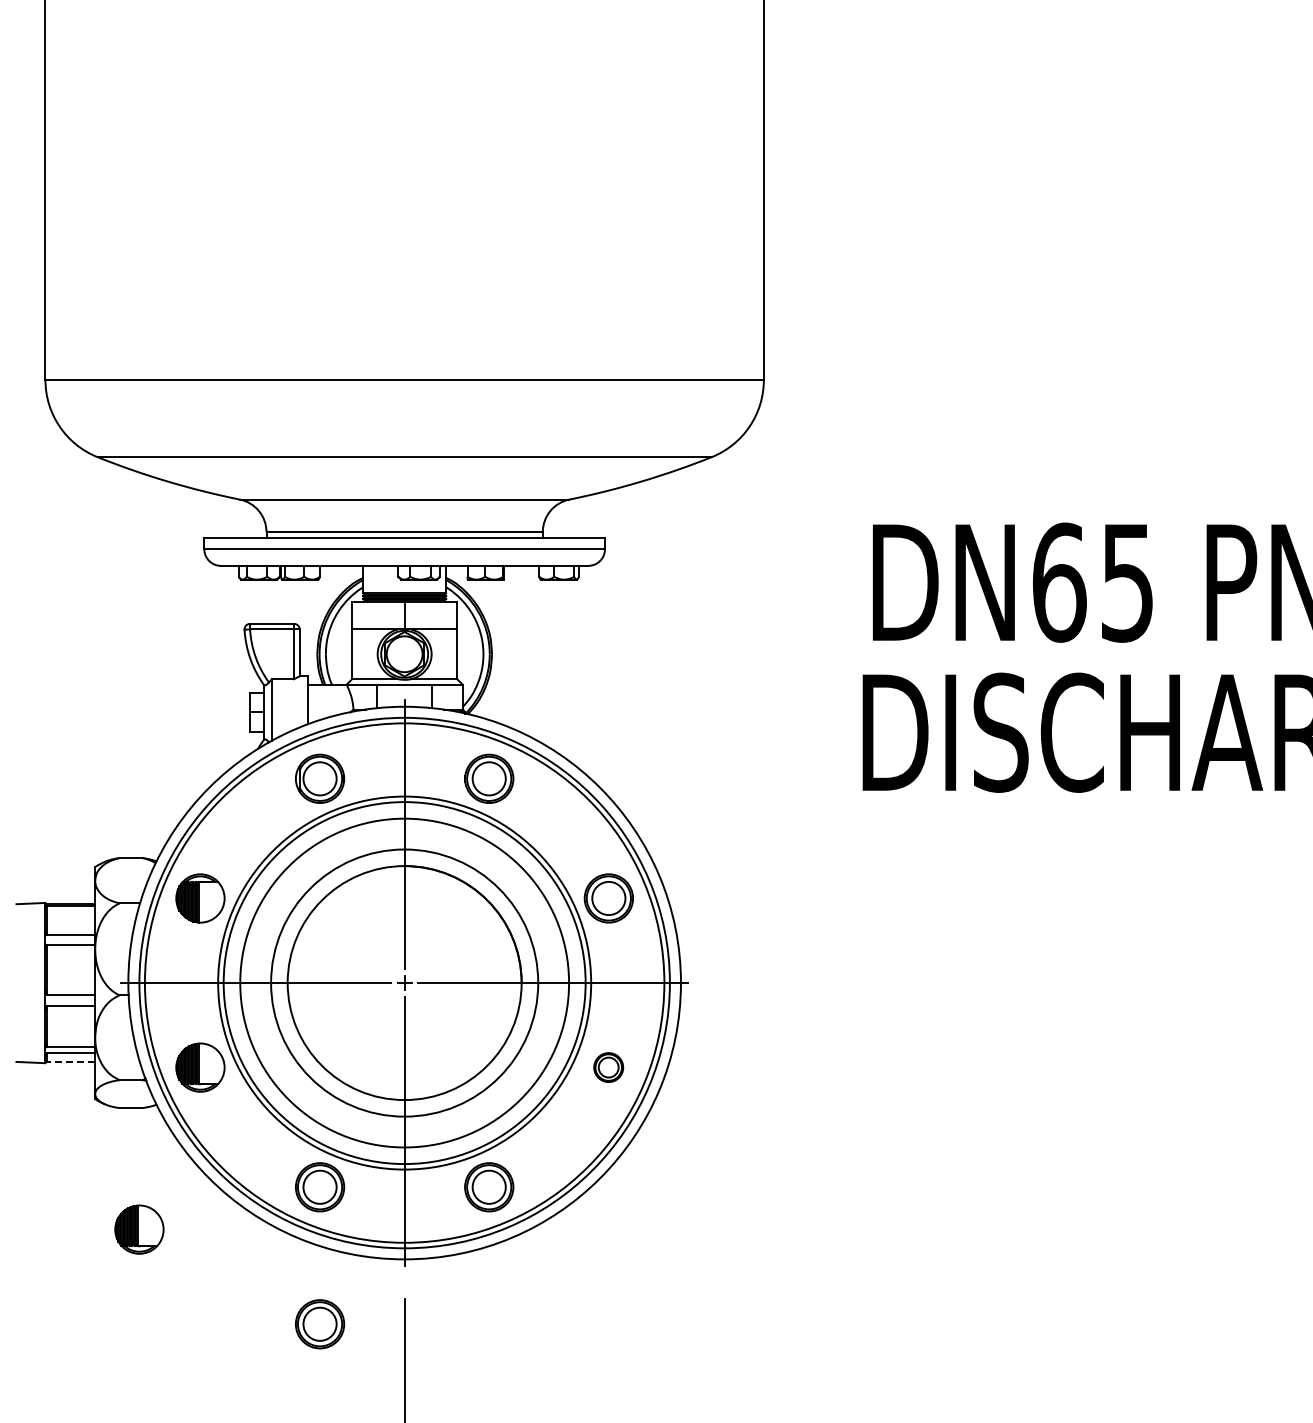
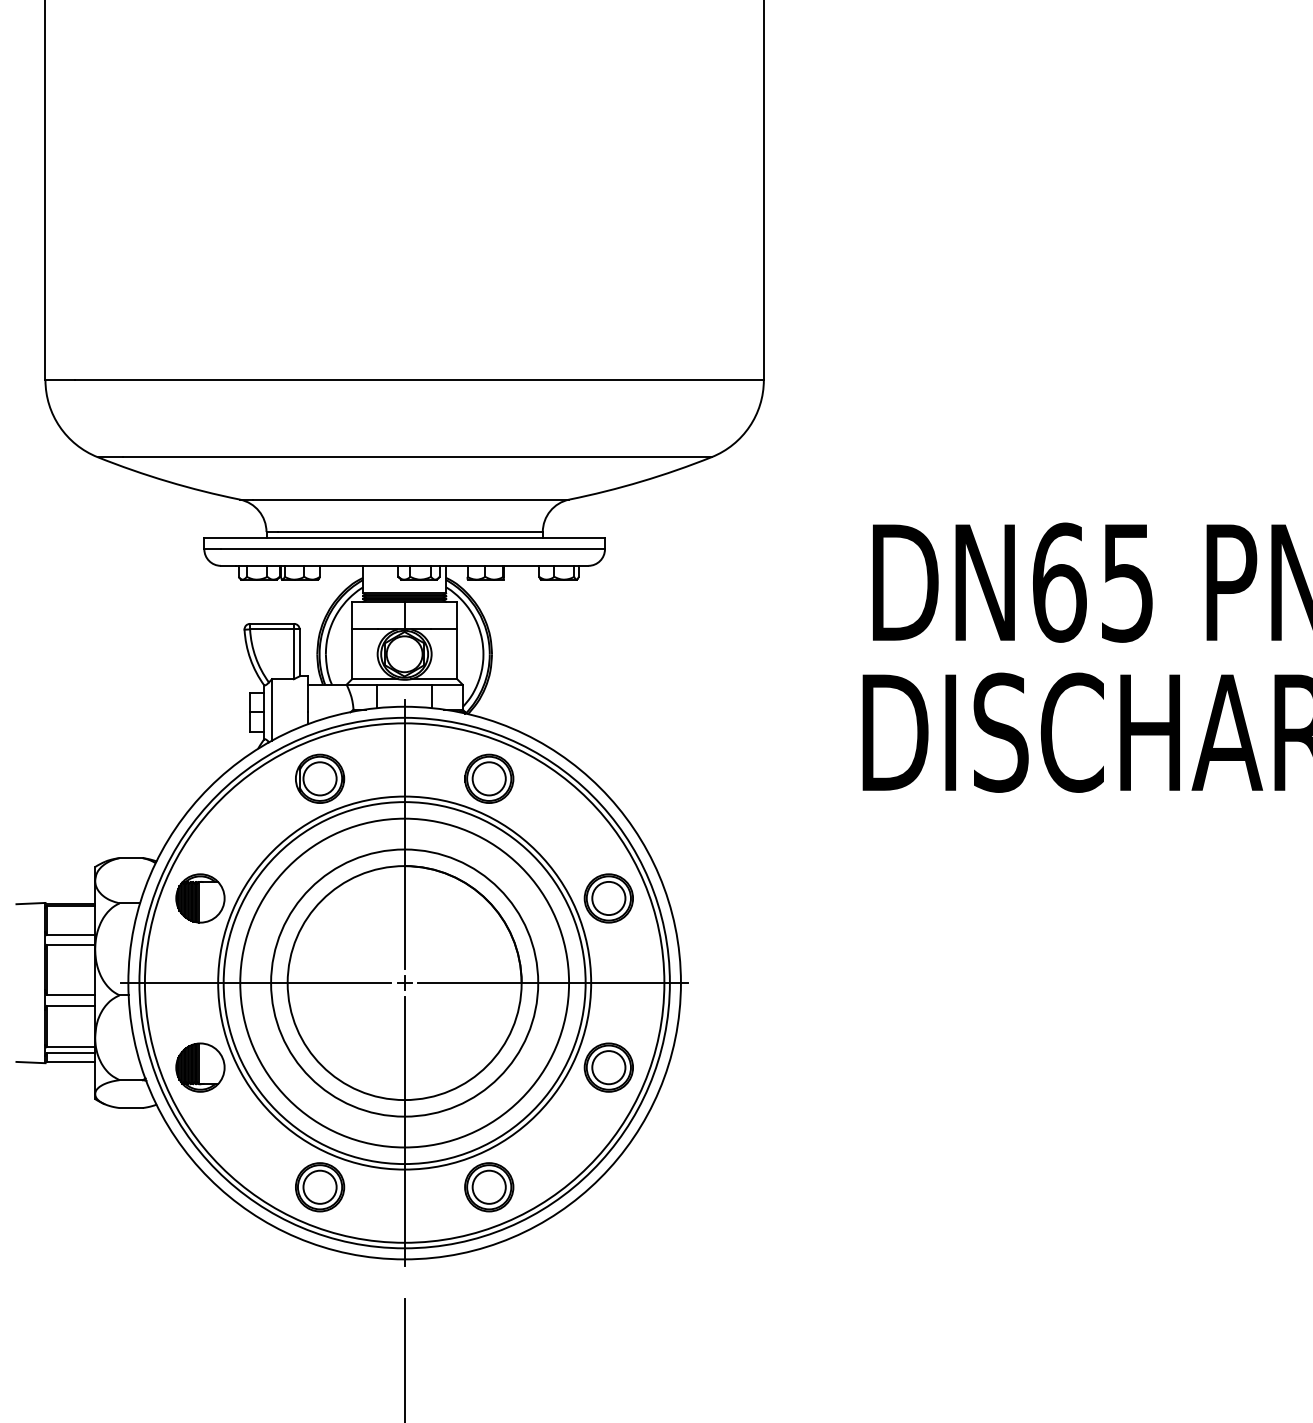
line at (70, 1062): dashed -> solid
part at (608, 1067) size: 32x31 px -> 51x51 px
part at (139, 1229): present -> none
part at (320, 1324): present -> none
